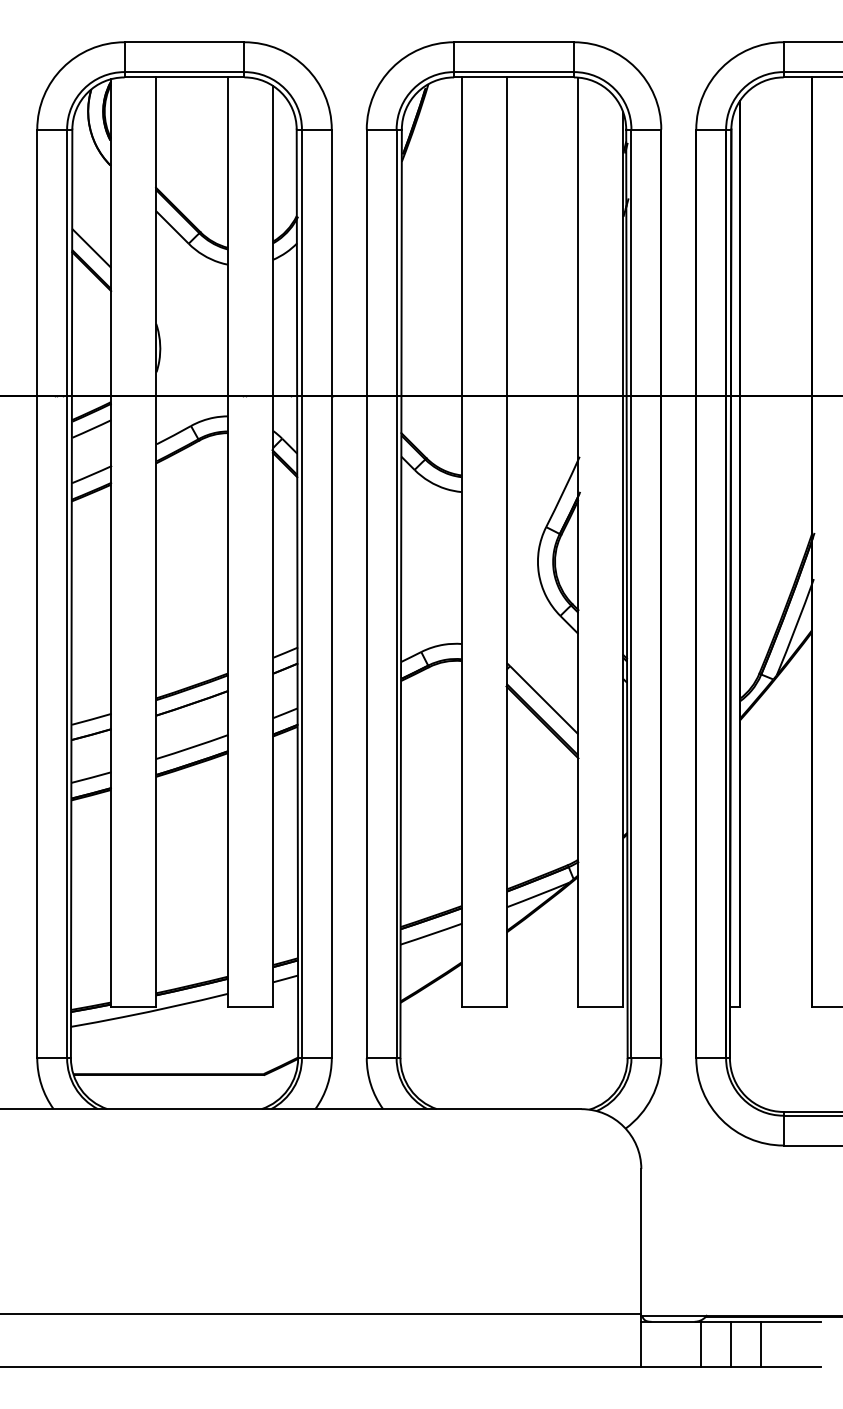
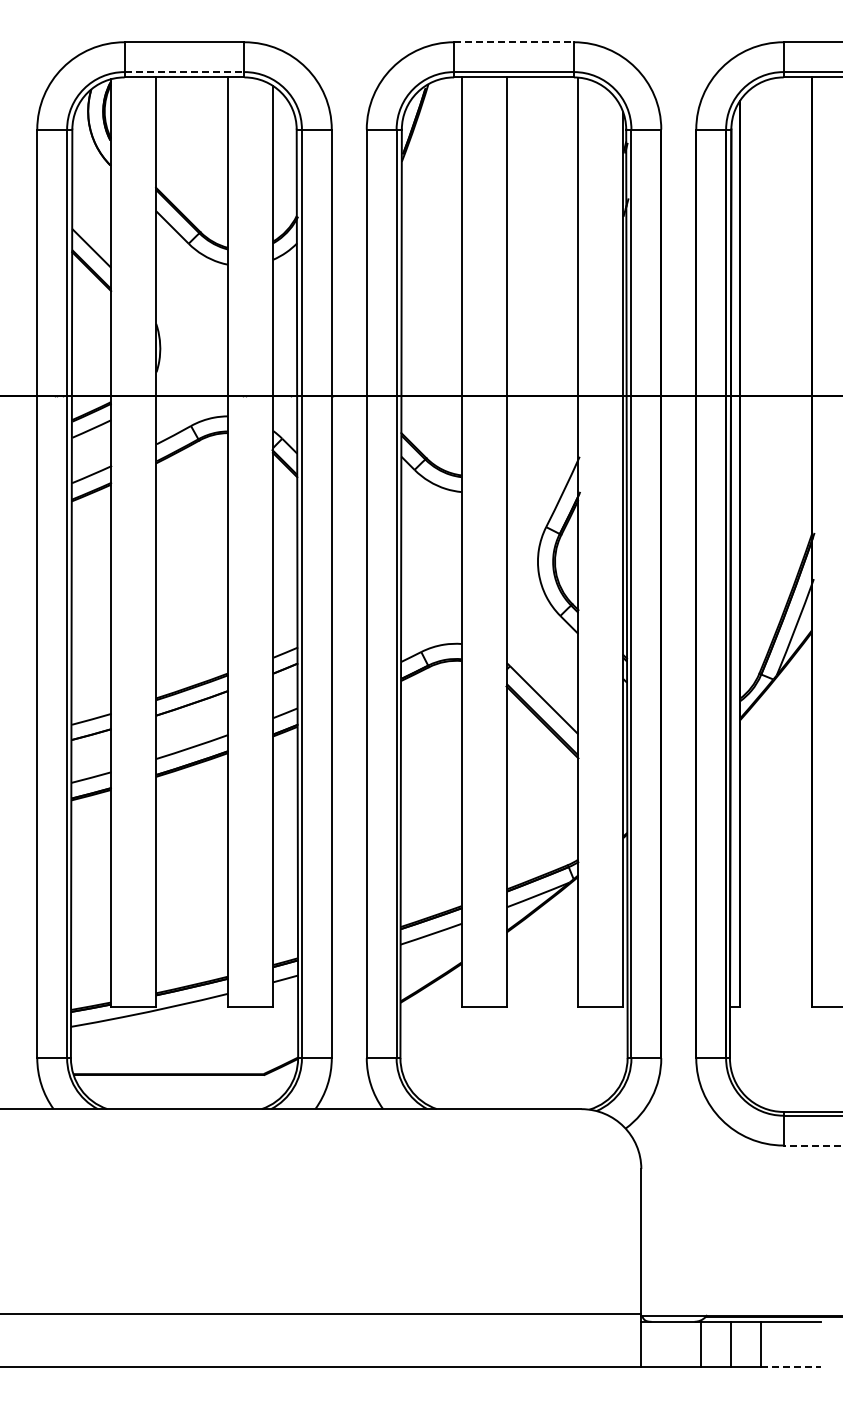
line at (514, 42): solid -> dashed
line at (184, 72): solid -> dashed
line at (812, 1145): solid -> dashed
line at (791, 1366): solid -> dashed
